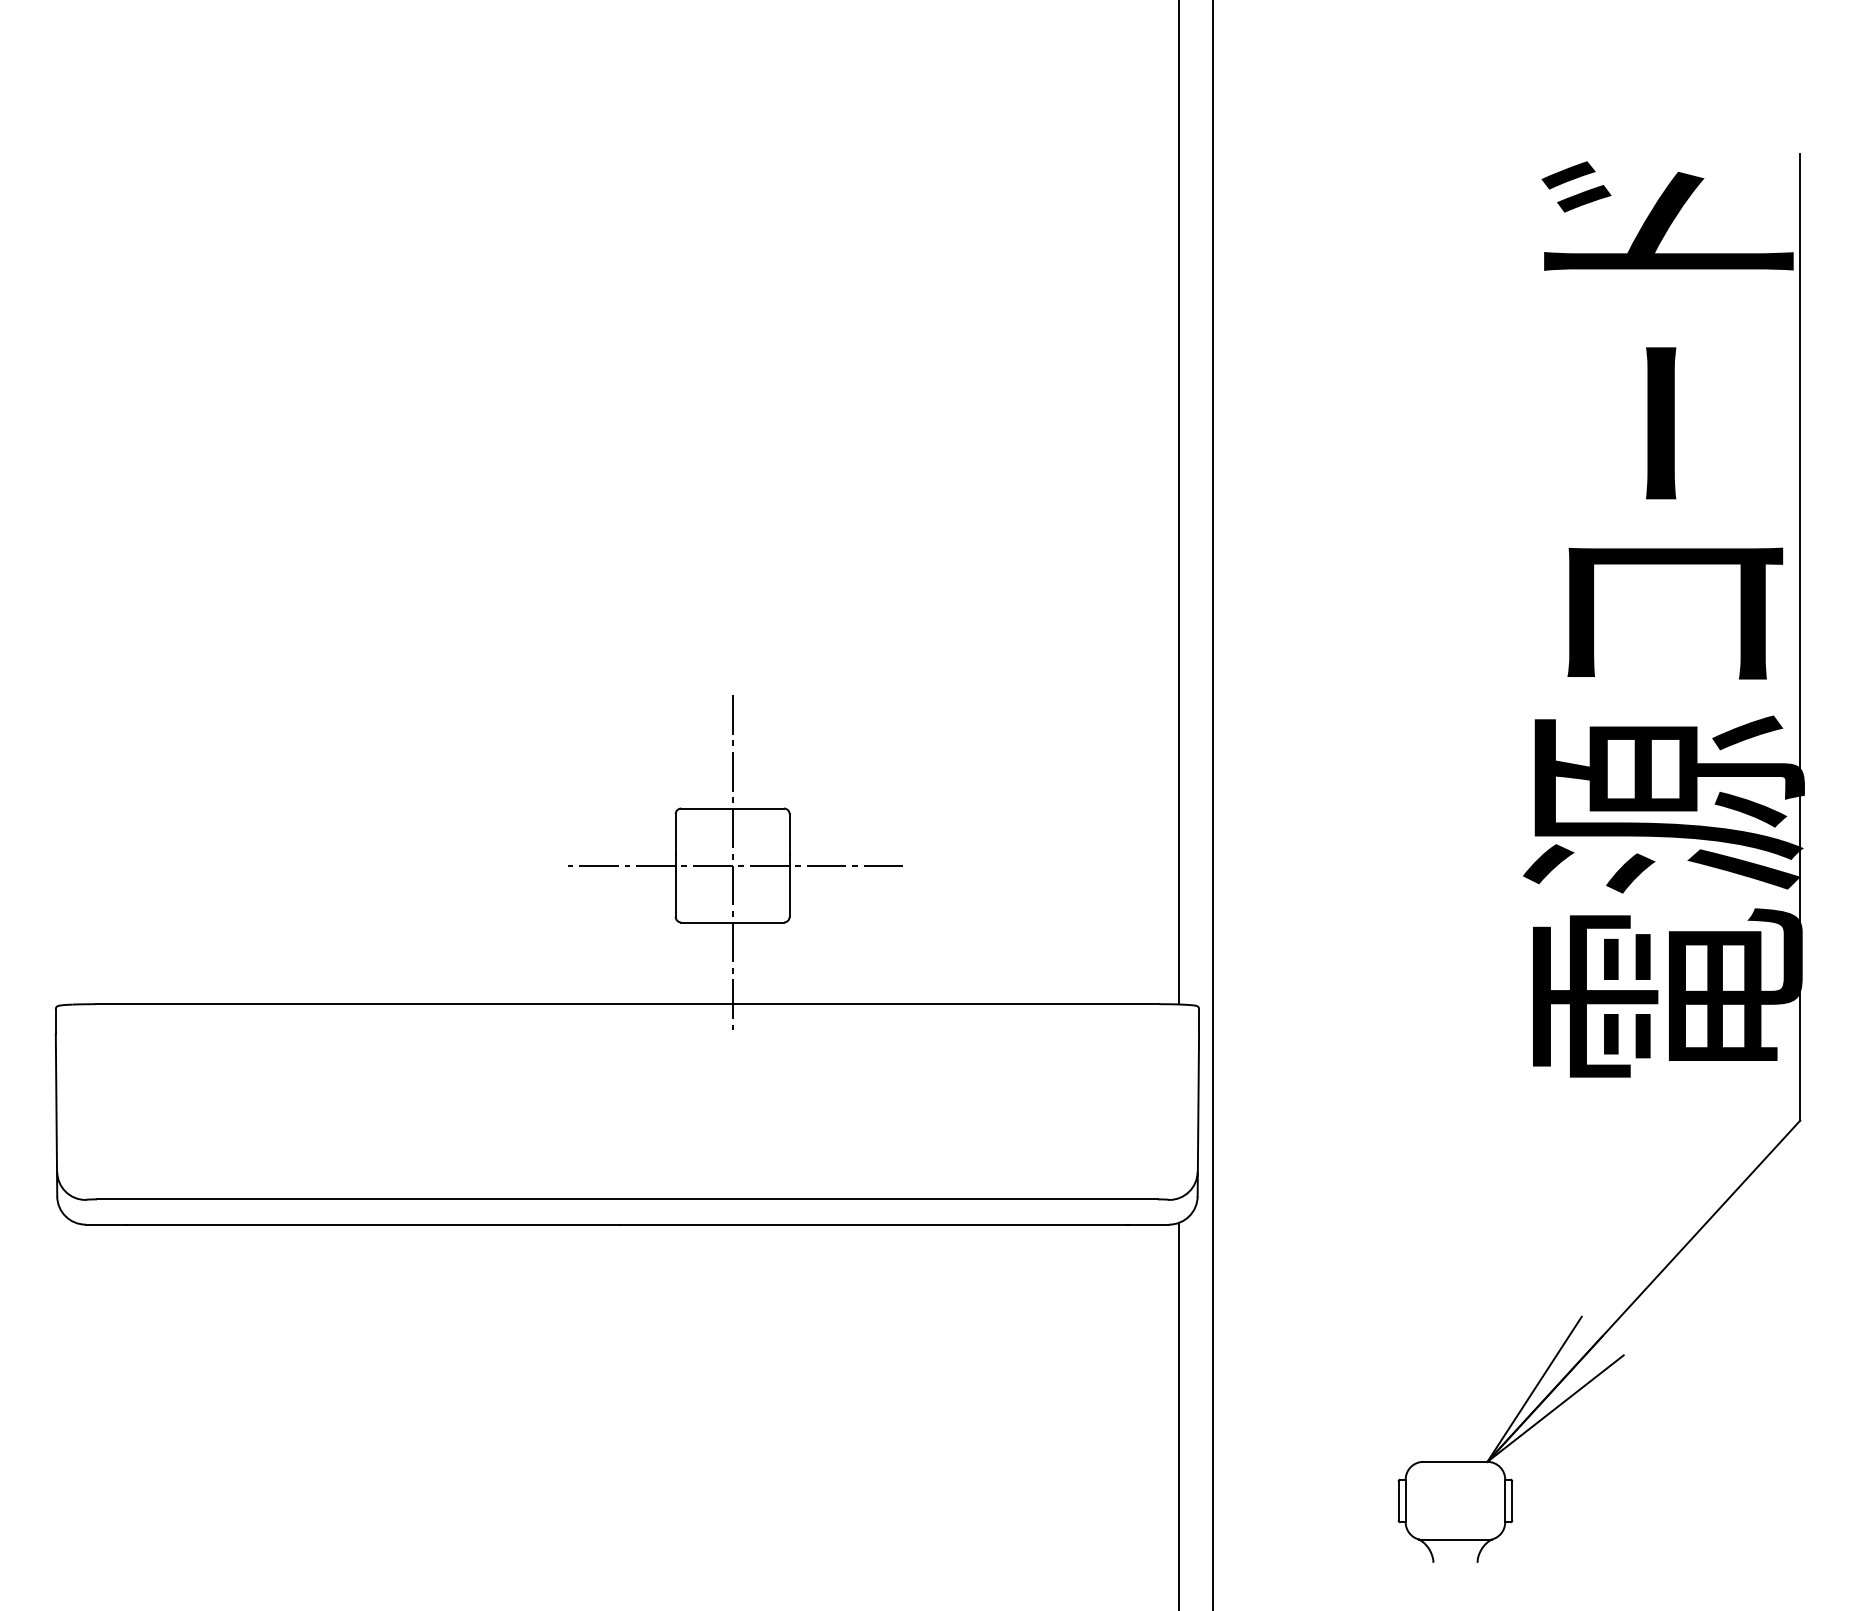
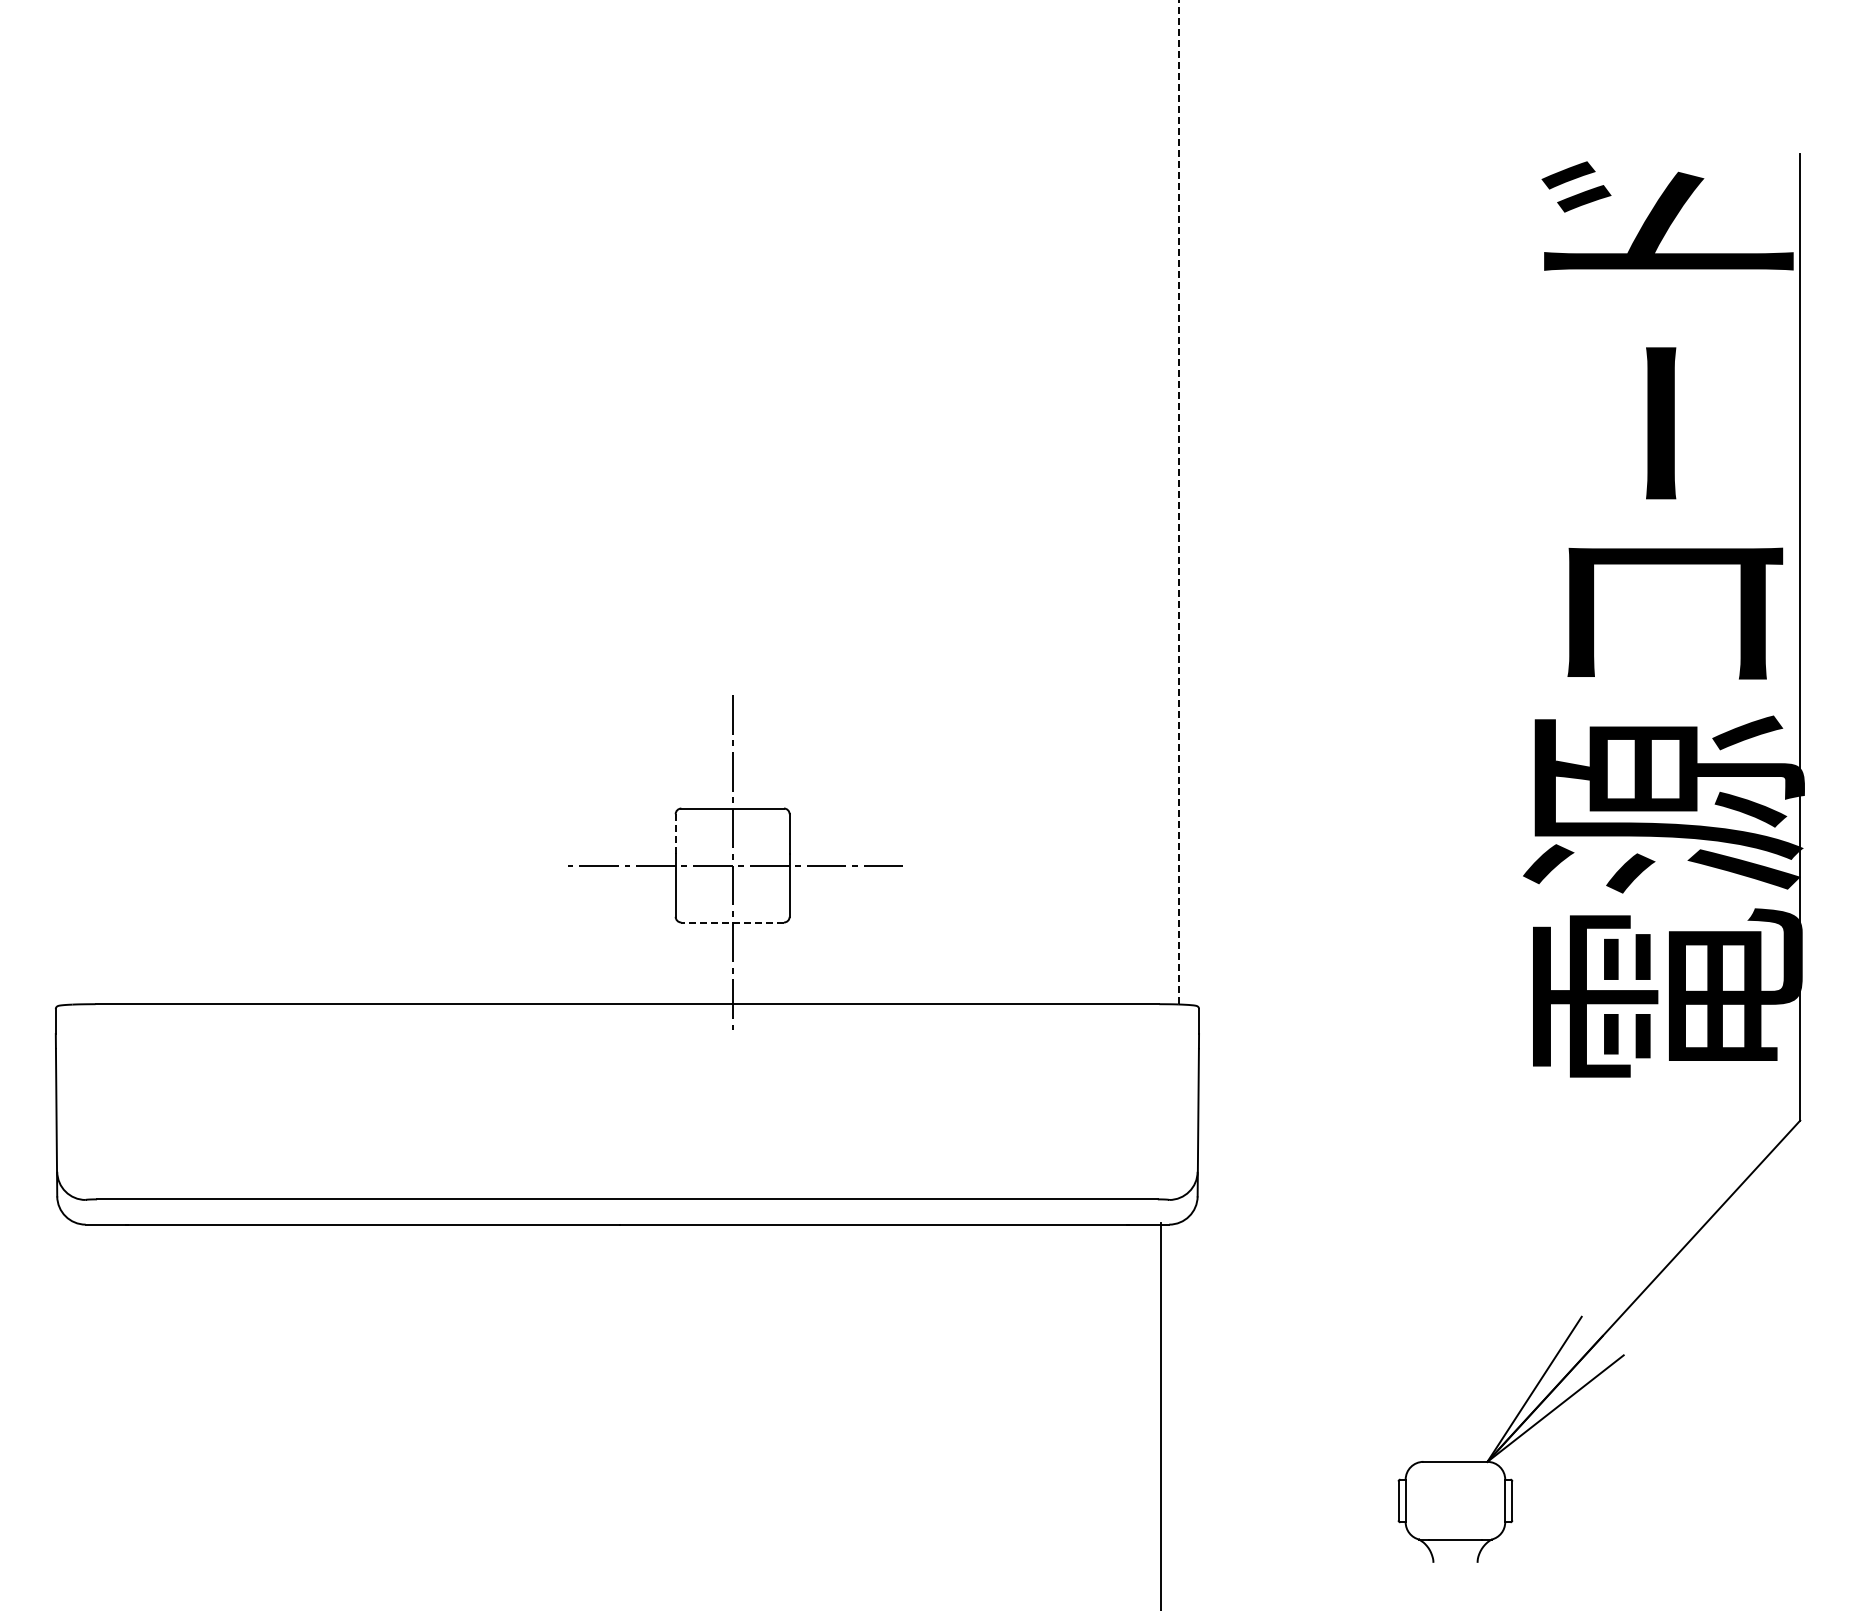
line at (1179, 502): solid -> dashed
line at (1213, 804): present -> none
line at (675, 833): solid -> dashed
line at (732, 922): solid -> dashed
line at (1179, 1414) position: (1179, 1414) -> (1161, 1414)
